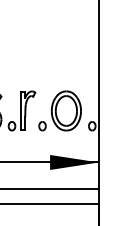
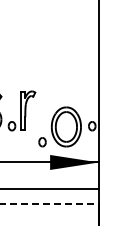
part at (59, 110) position: (59, 110) -> (59, 126)
line at (49, 203): solid -> dashed
